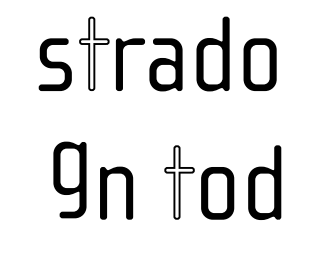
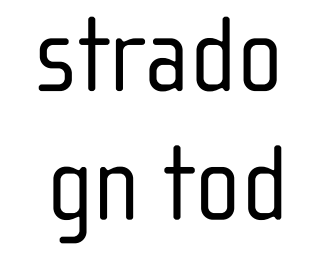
fill at (94, 53): none -> present
part at (69, 179) position: (69, 179) -> (69, 204)
fill at (179, 182): none -> present
